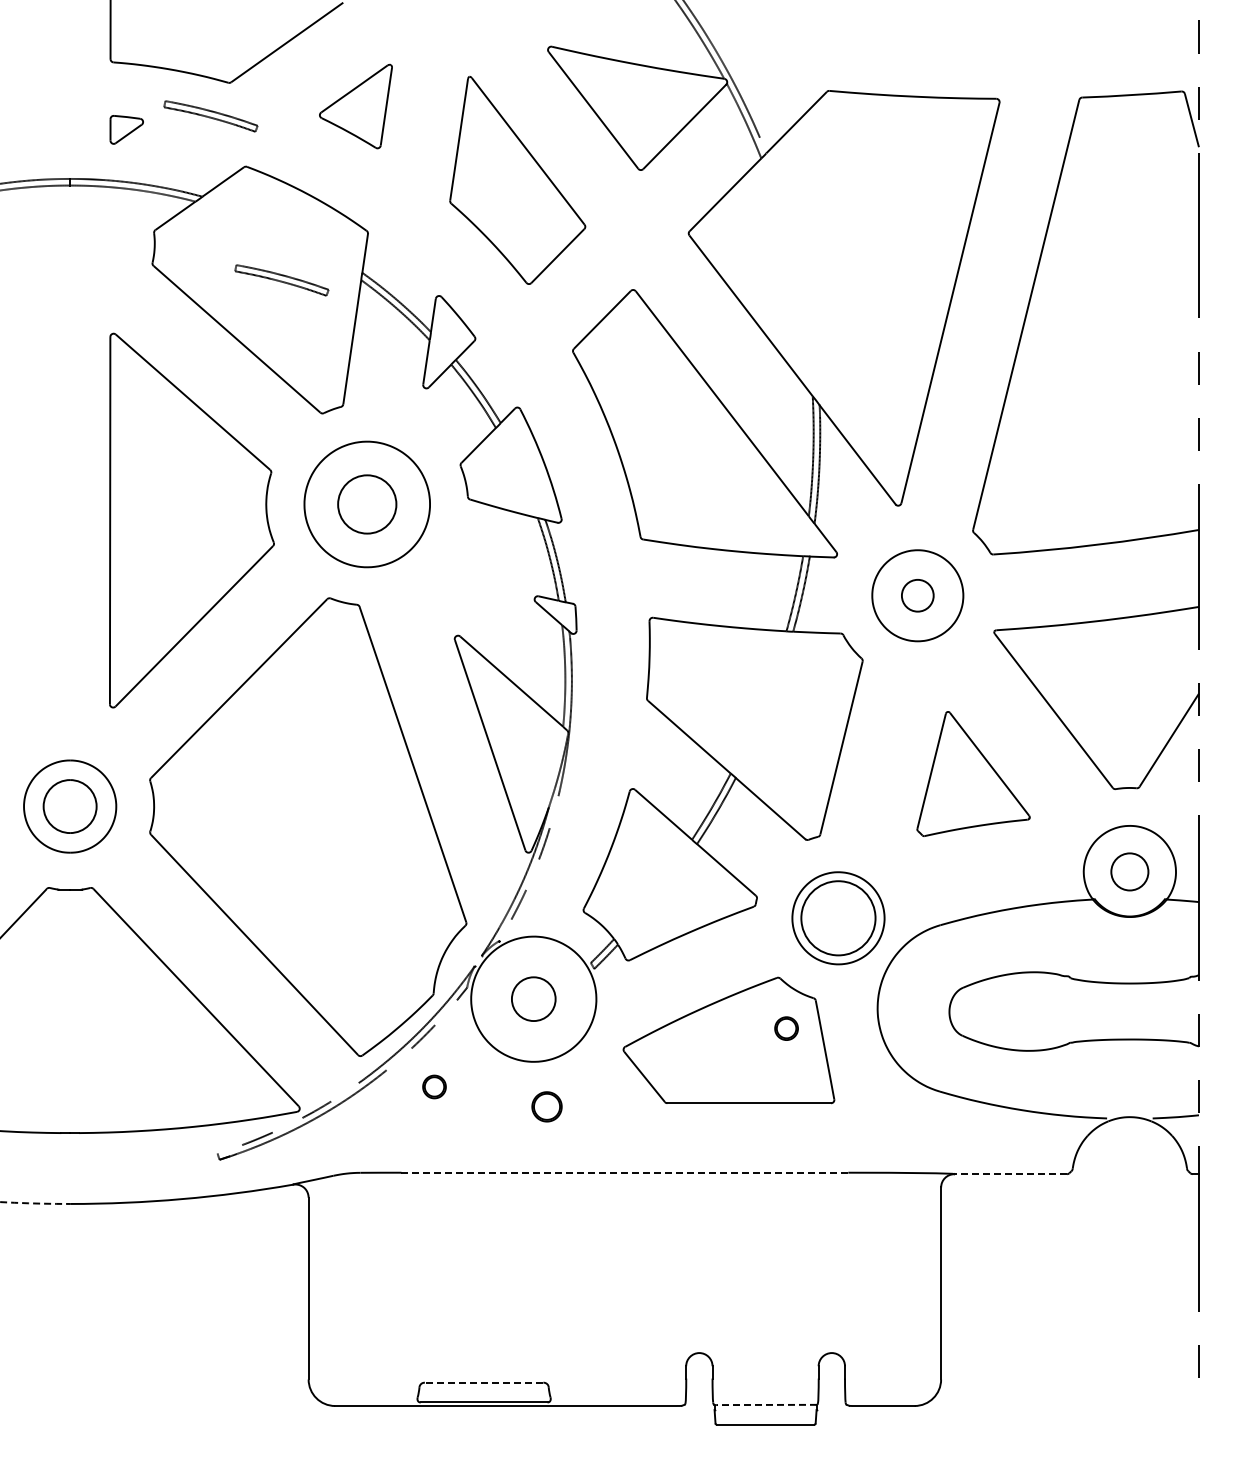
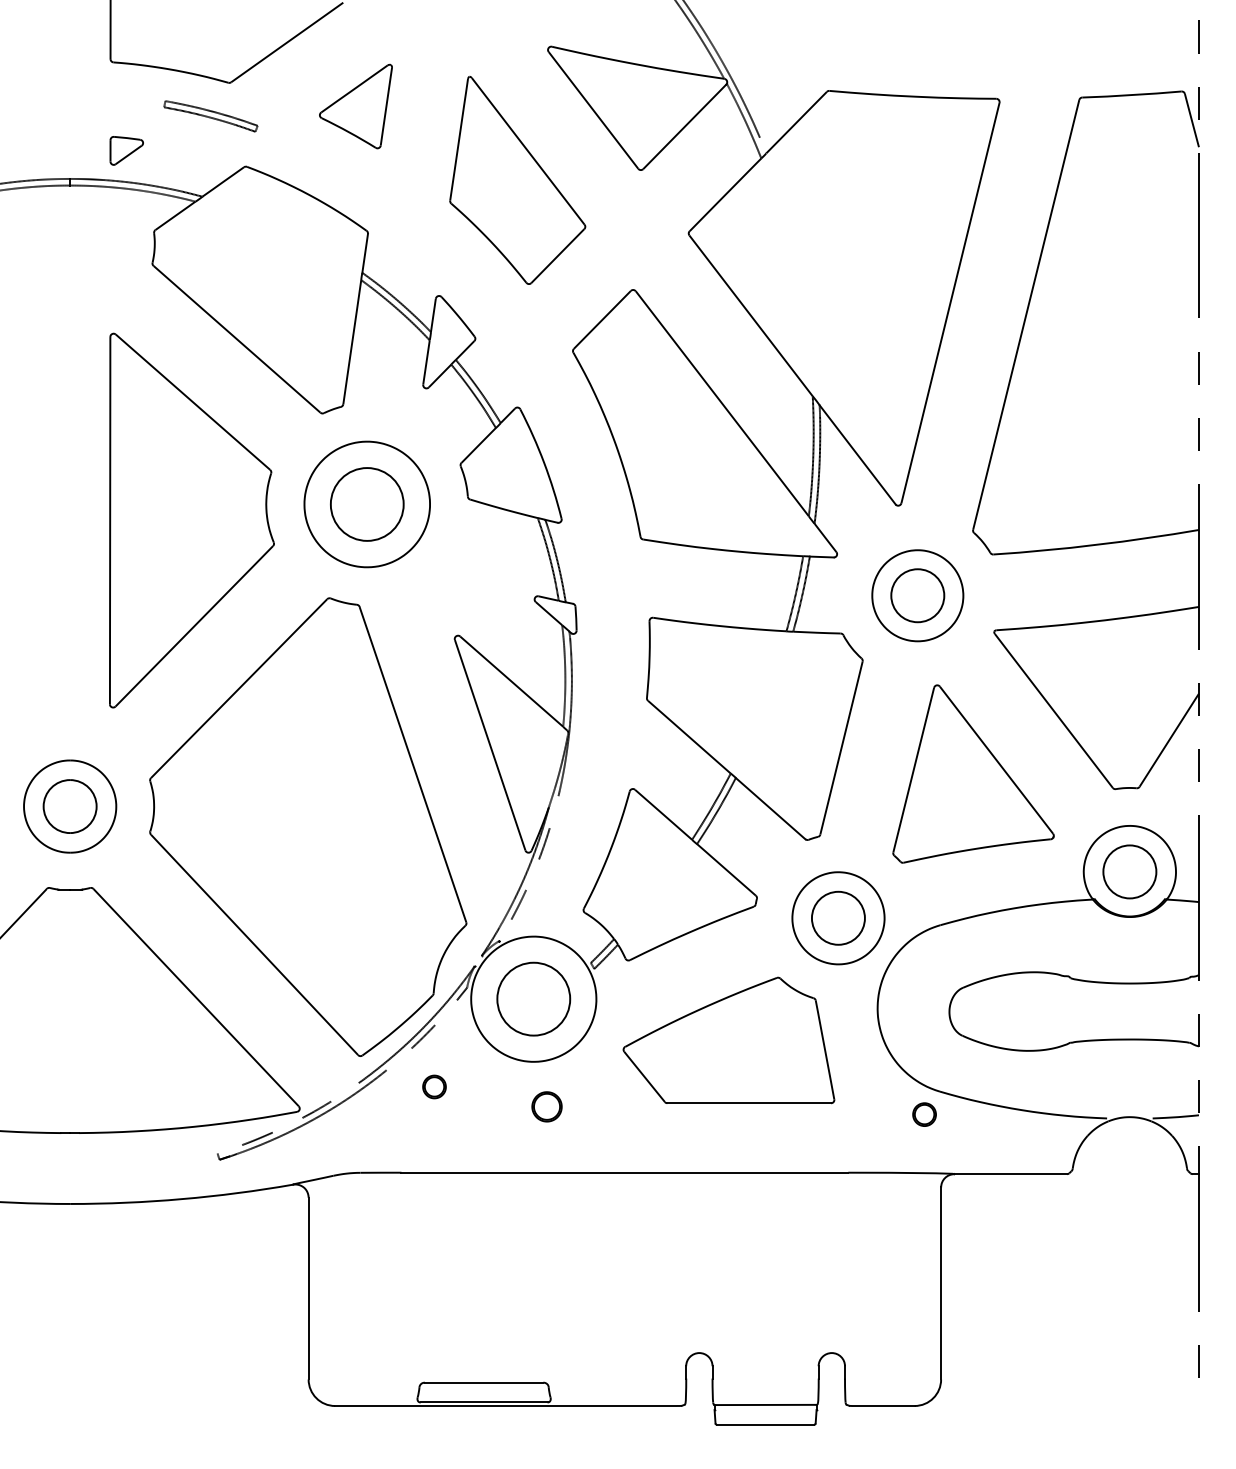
part at (126, 129) position: (126, 129) -> (126, 150)
part at (281, 280): present -> none
circle at (367, 504) diameter: 58 px -> 73 px
circle at (917, 595) diameter: 32 px -> 53 px
part at (973, 773) size: 115x126 px -> 163x180 px
circle at (1129, 871) diameter: 37 px -> 53 px
circle at (838, 918) diameter: 74 px -> 53 px
circle at (533, 999) diameter: 44 px -> 73 px
part at (786, 1028) position: (786, 1028) -> (924, 1114)
line at (624, 1172): dashed -> solid
line at (1010, 1174): dashed -> solid
arc at (35, 1203): dashed -> solid
line at (483, 1382): dashed -> solid
line at (766, 1404): dashed -> solid
